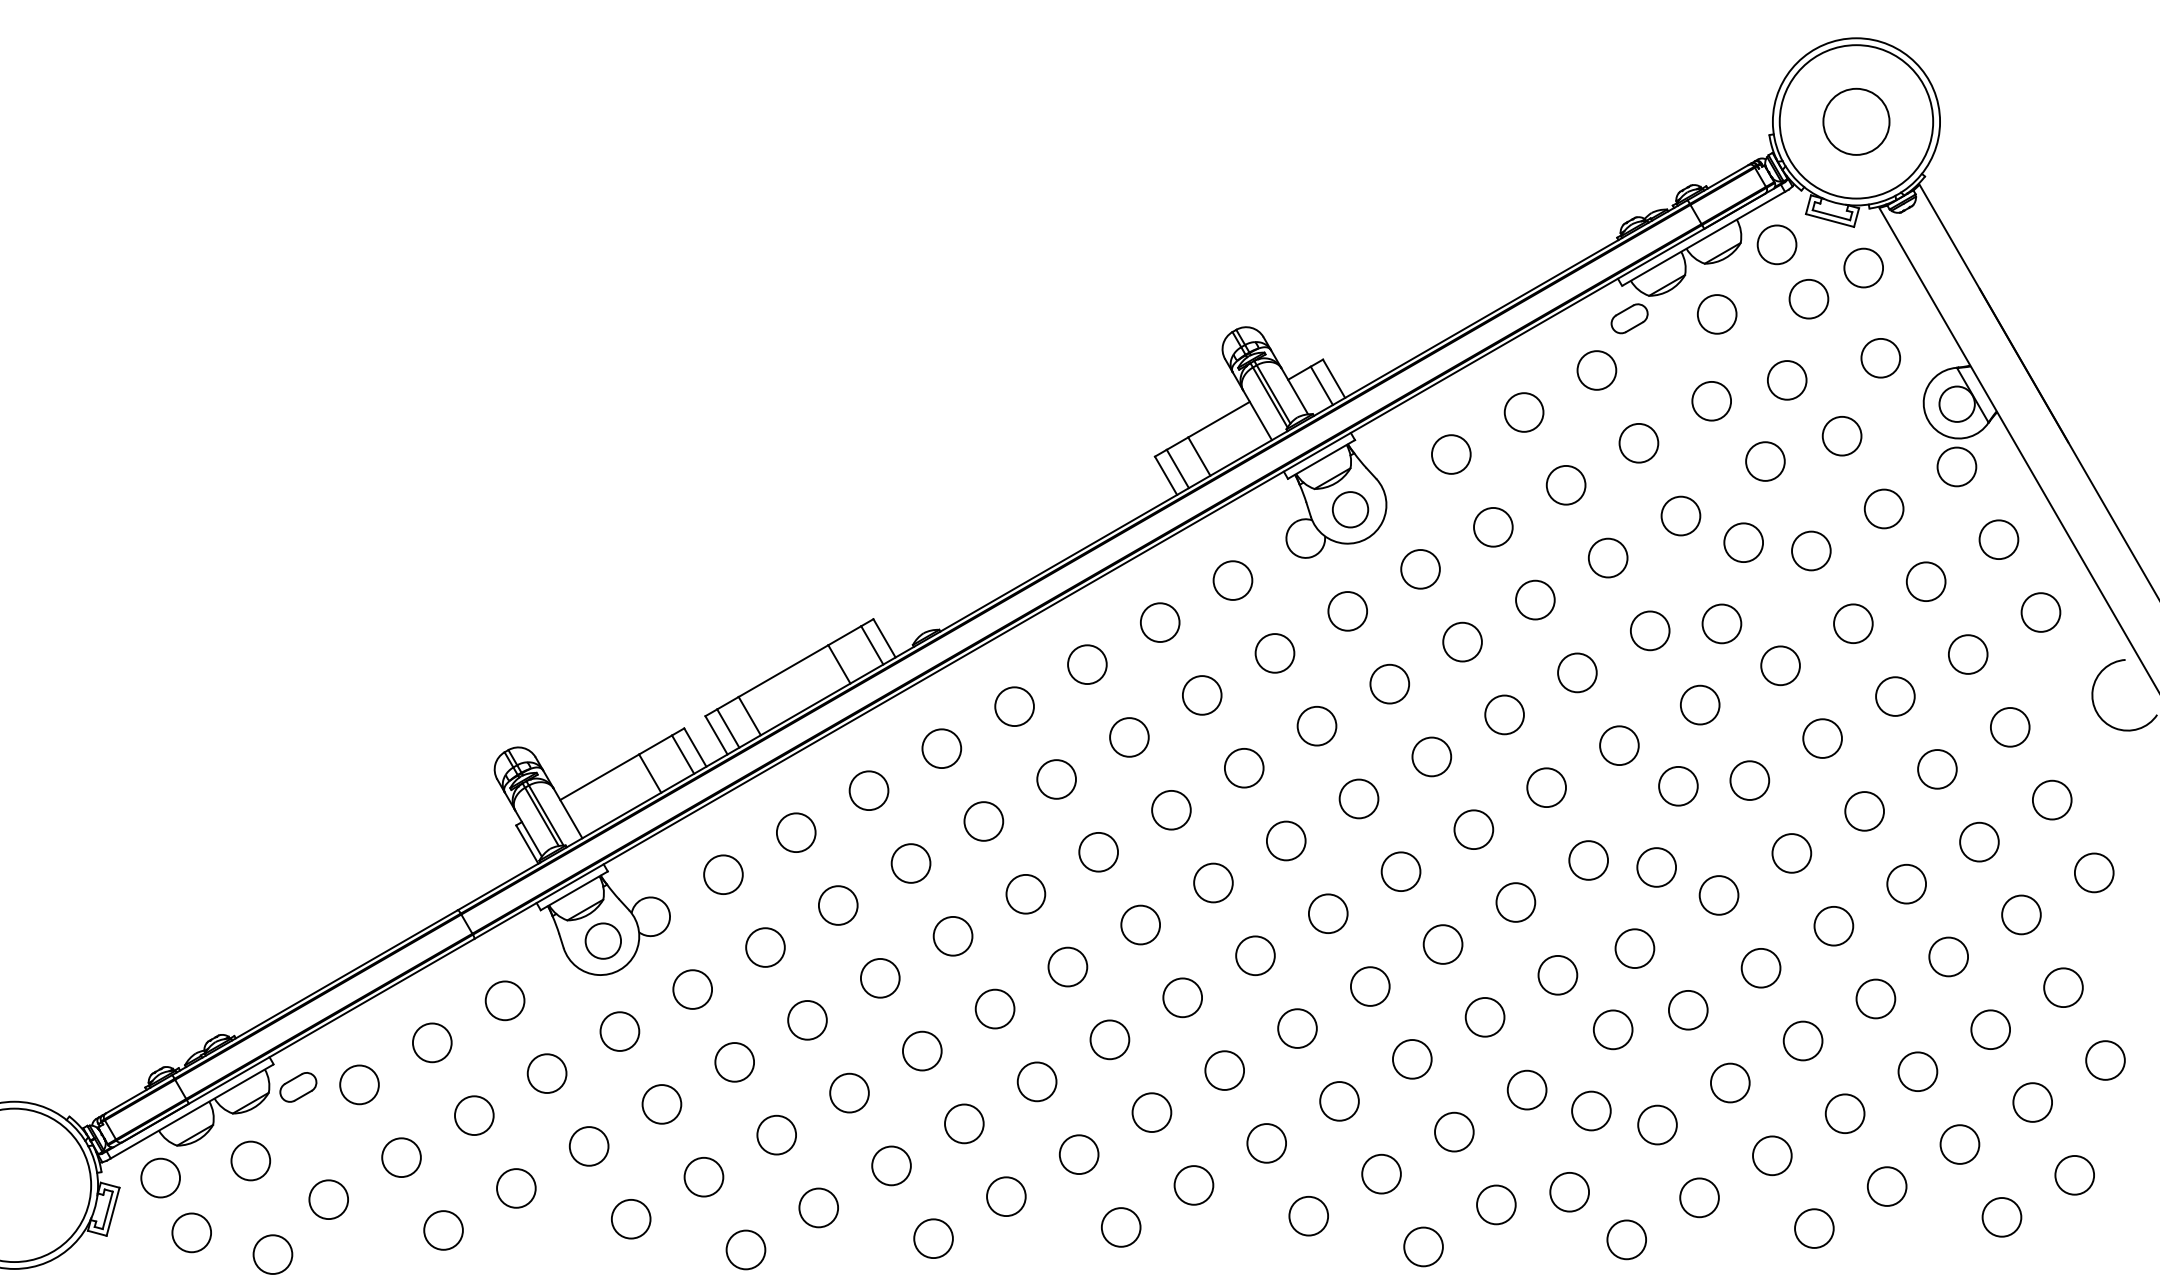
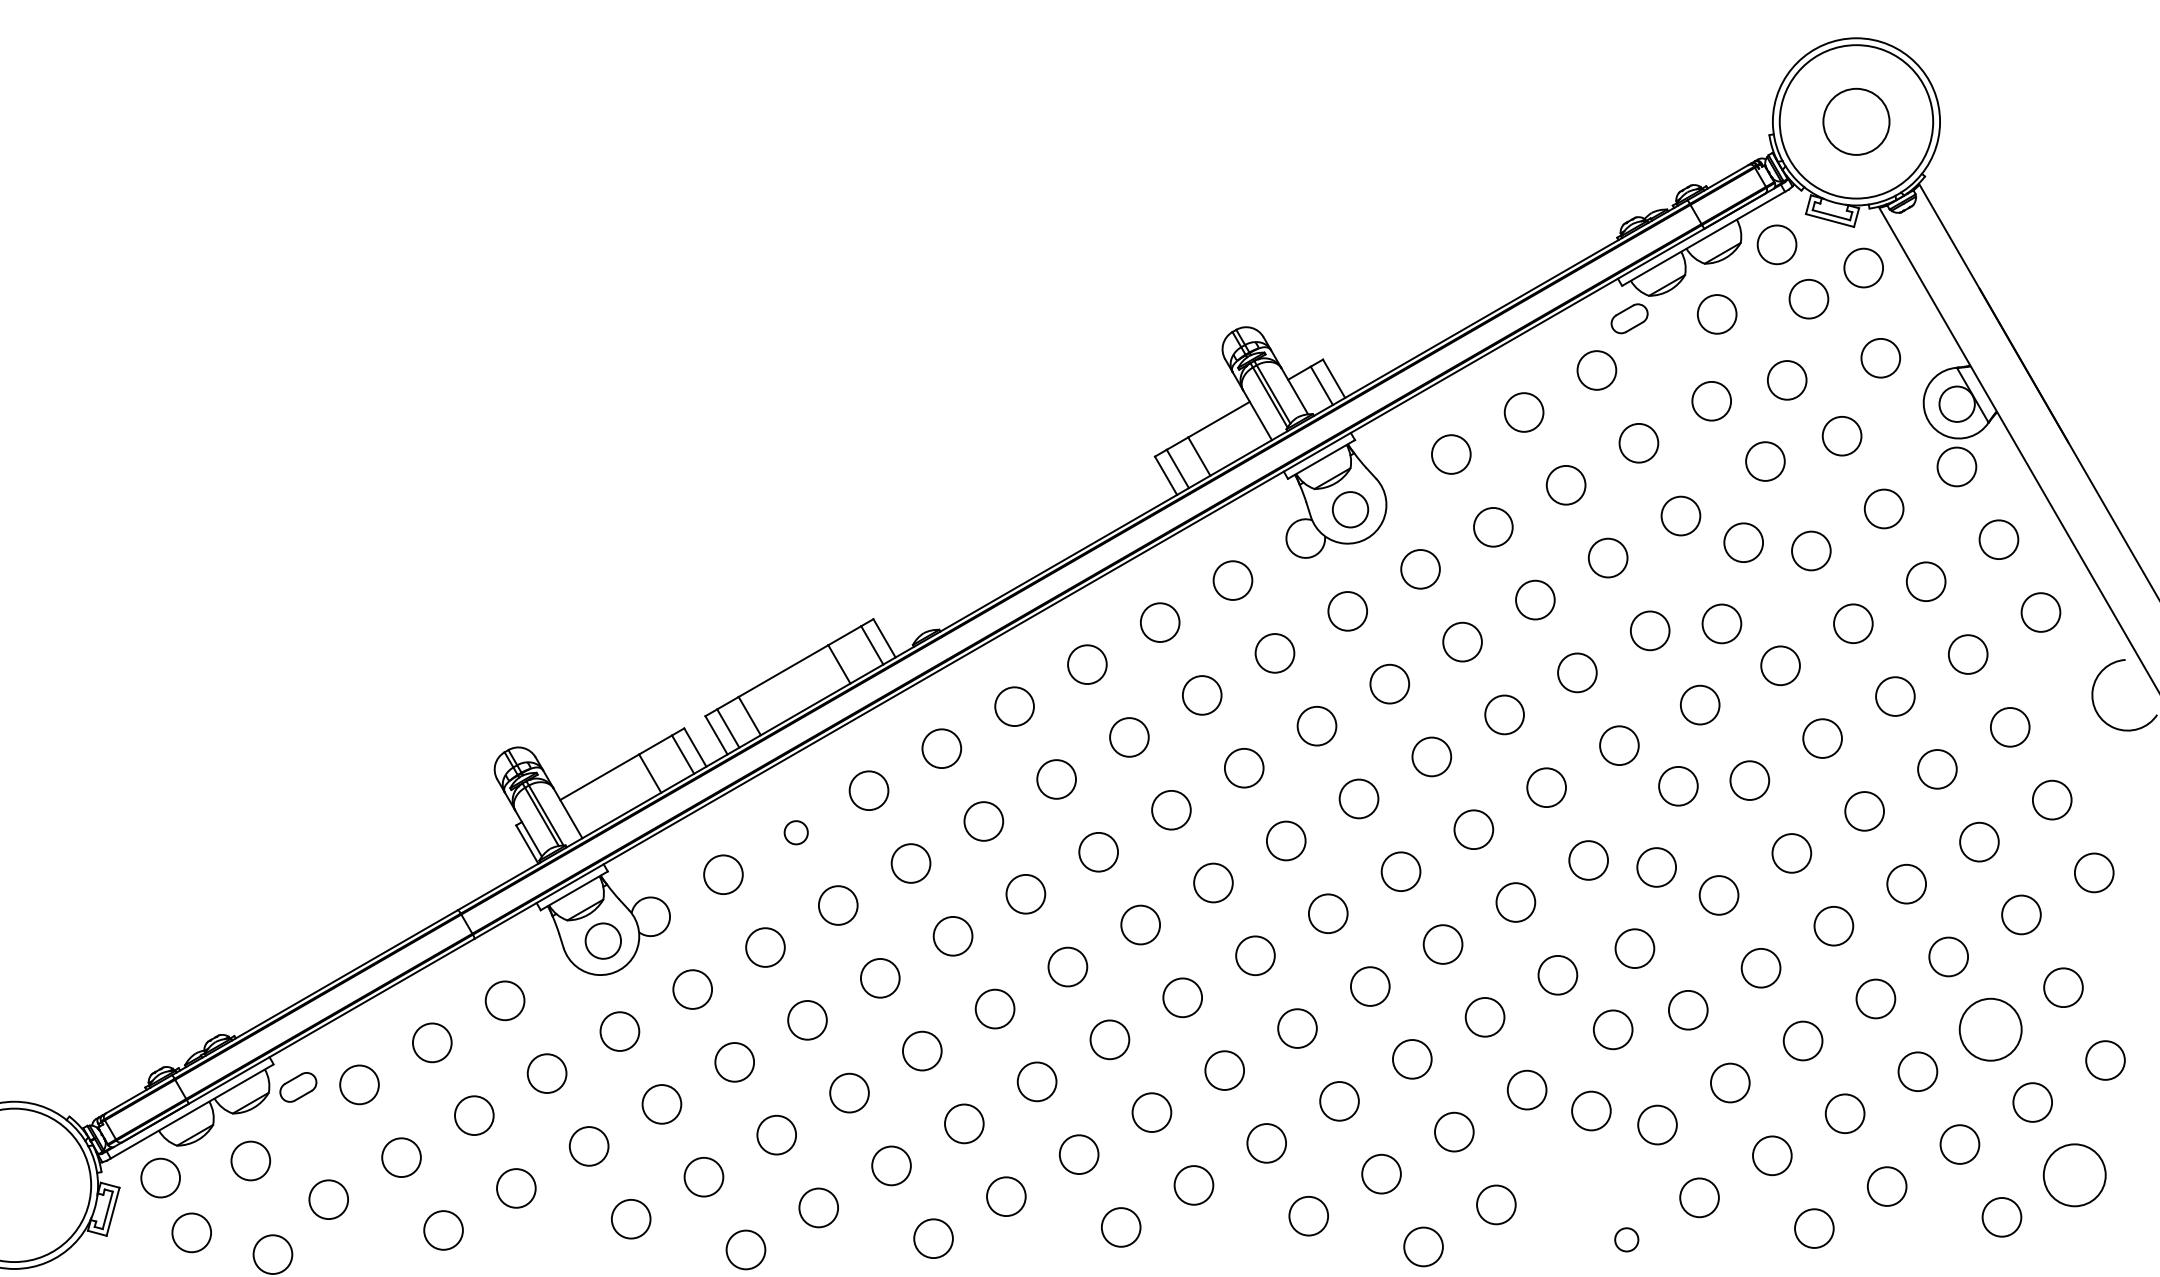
circle at (795, 832) diameter: 39 px -> 23 px
circle at (1990, 1029) diameter: 39 px -> 62 px
circle at (2074, 1174) diameter: 39 px -> 62 px
circle at (1569, 1192): present -> none
circle at (1626, 1239) diameter: 39 px -> 23 px
